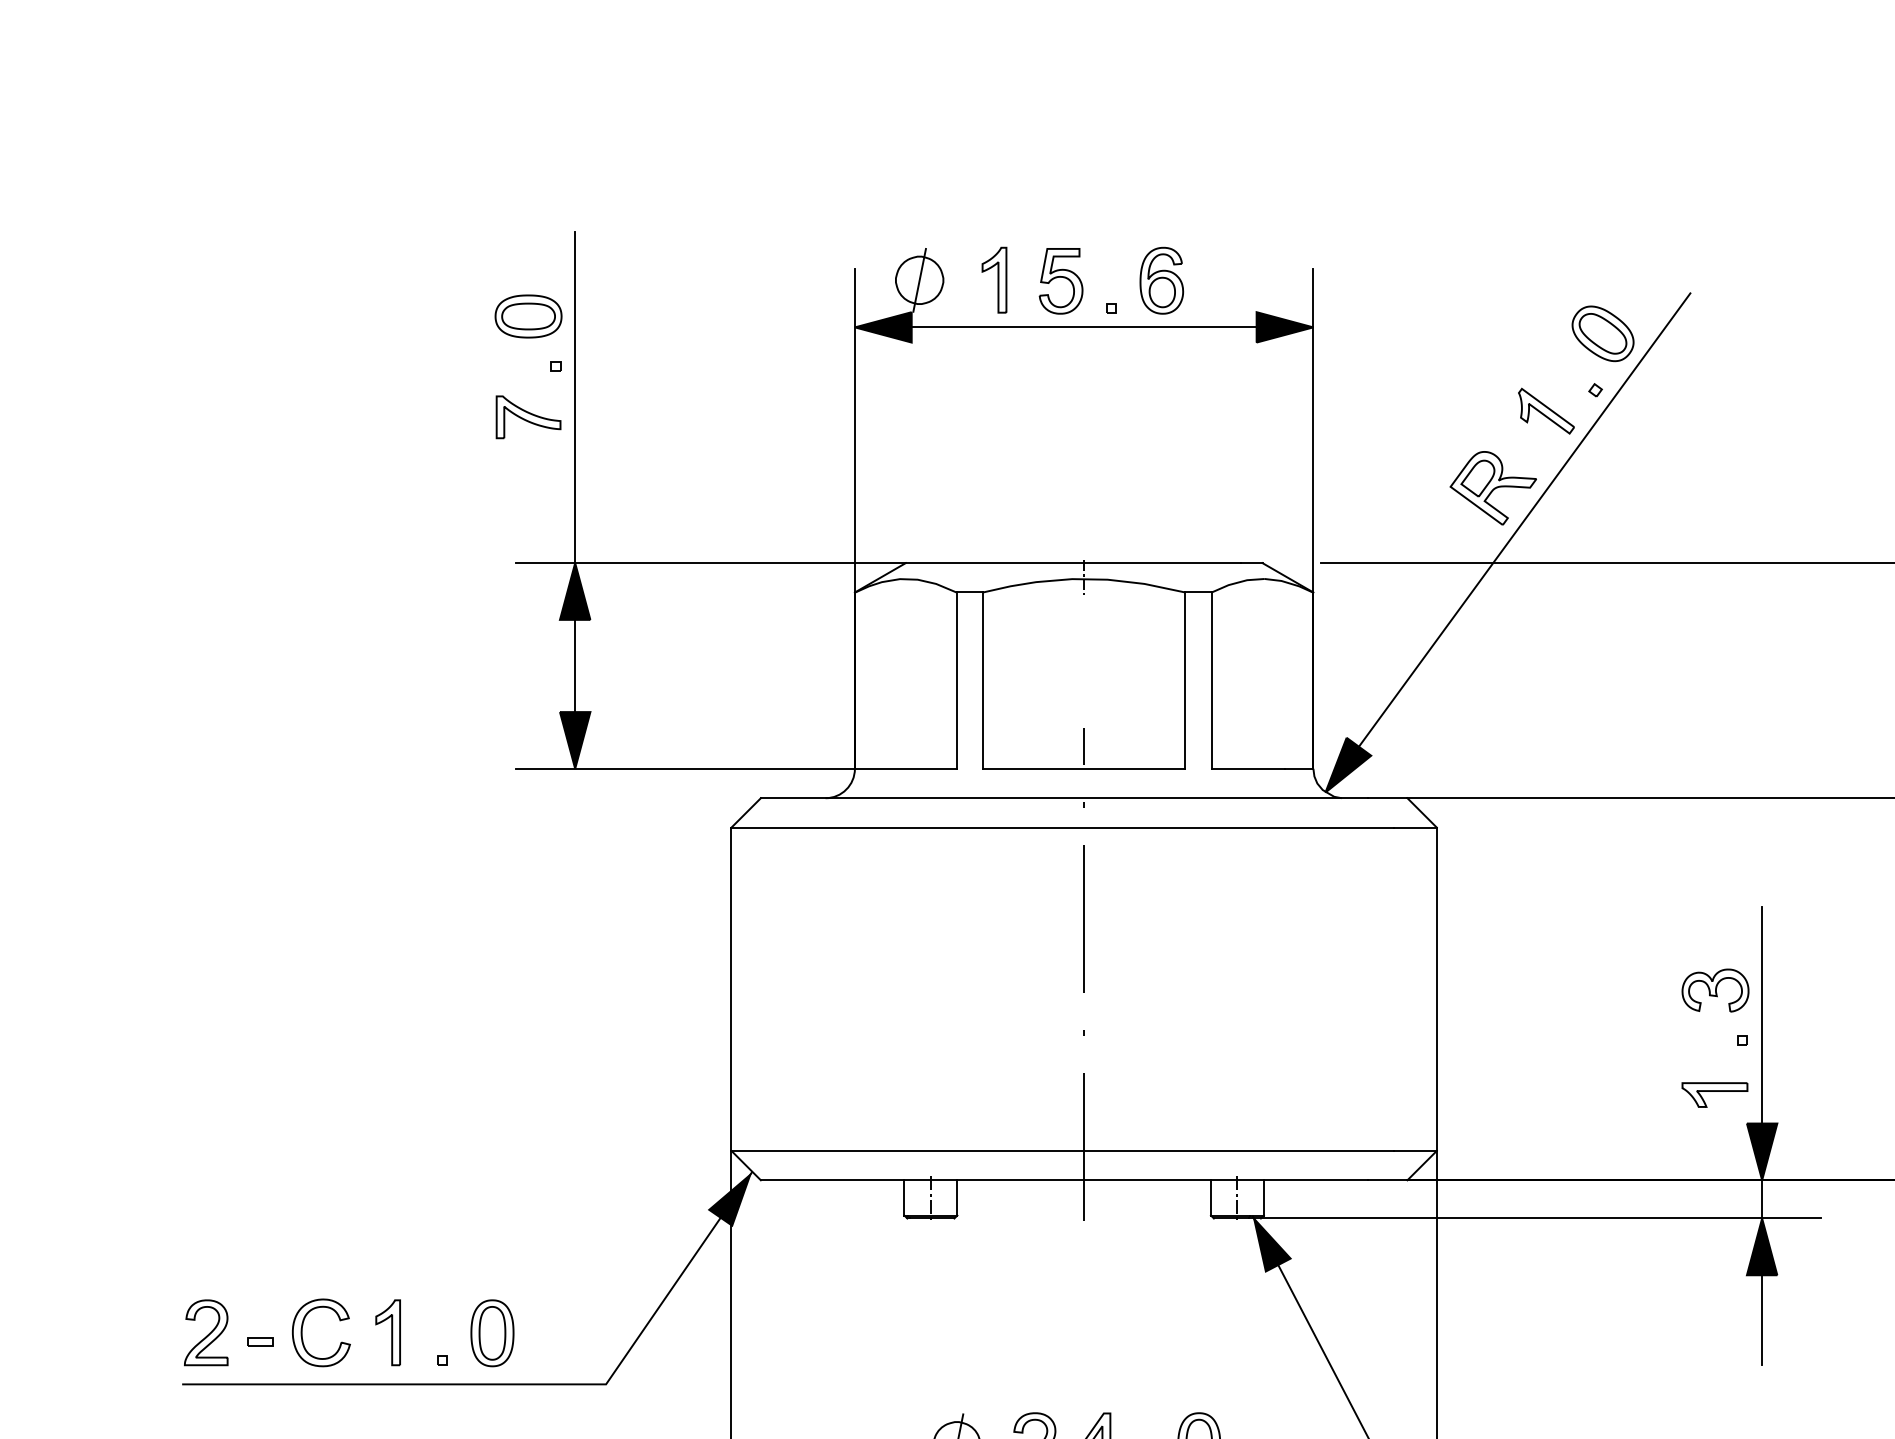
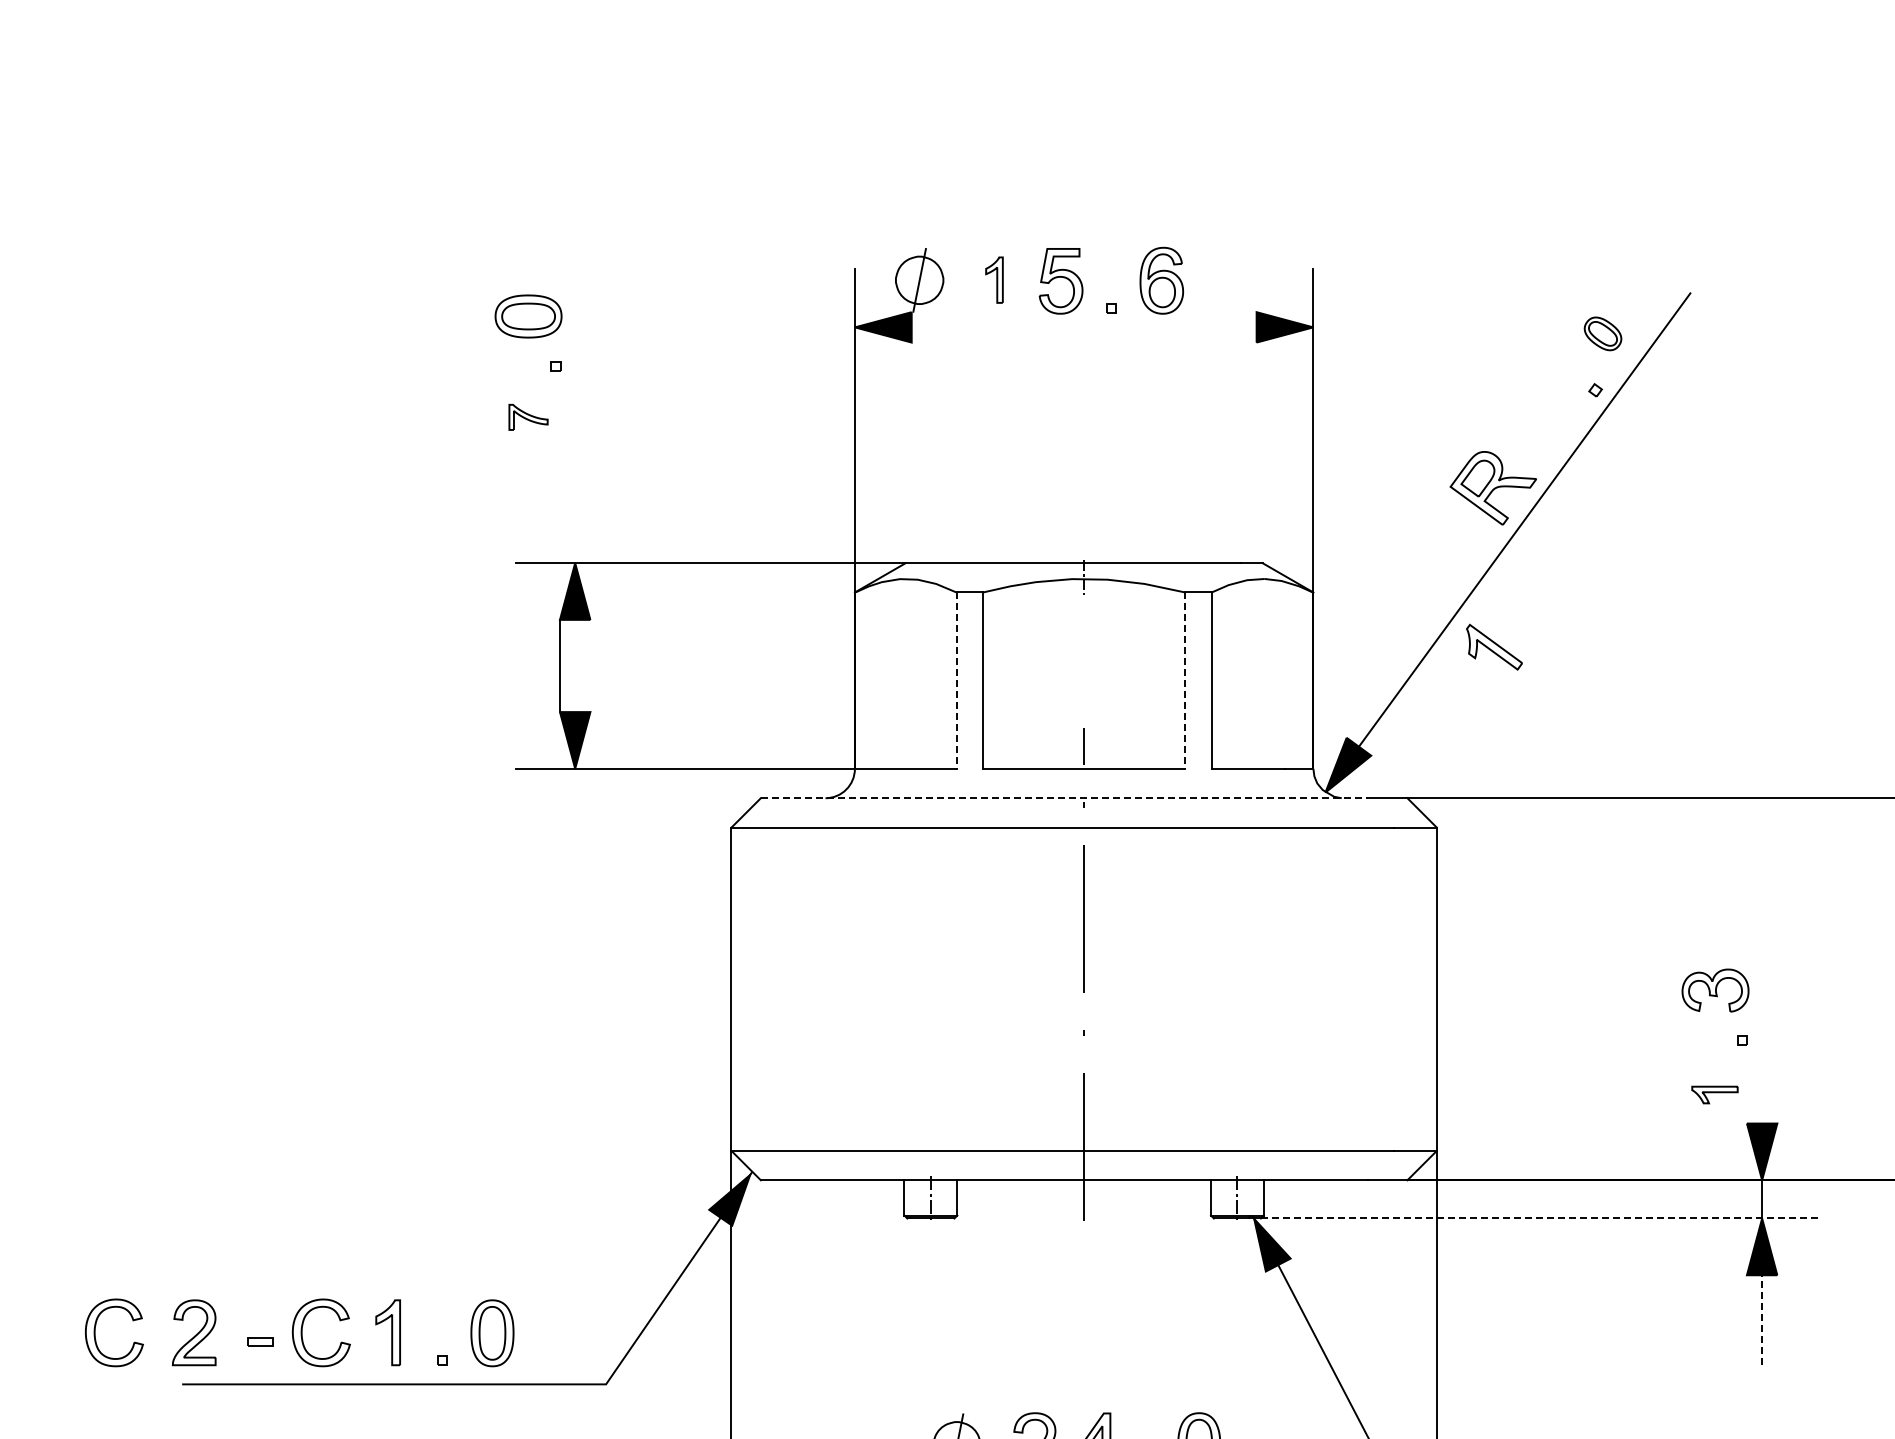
part at (994, 279) size: 27x68 px -> 19x48 px
line at (1083, 327): present -> none
part at (1602, 333) size: 64x58 px -> 40x36 px
line at (575, 397): present -> none
part at (1546, 410) position: (1546, 410) -> (1494, 646)
part at (528, 417) size: 67x45 px -> 41x28 px
line at (1606, 563): present -> none
line at (575, 665) position: (575, 665) -> (560, 665)
line at (956, 681): solid -> dashed
line at (1185, 681): solid -> dashed
line at (1064, 798): solid -> dashed
line at (1762, 1014): present -> none
part at (1714, 1094) size: 68x26 px -> 48x20 px
line at (1540, 1218): solid -> dashed
line at (1762, 1319): solid -> dashed
part at (95, 1332): none -> present
part at (206, 1332) position: (206, 1332) -> (194, 1332)
